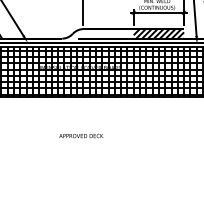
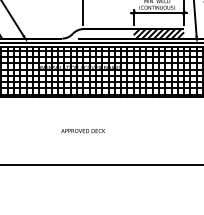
text at (80, 136) position: (80, 136) -> (82, 131)
line at (101, 164): none -> present
